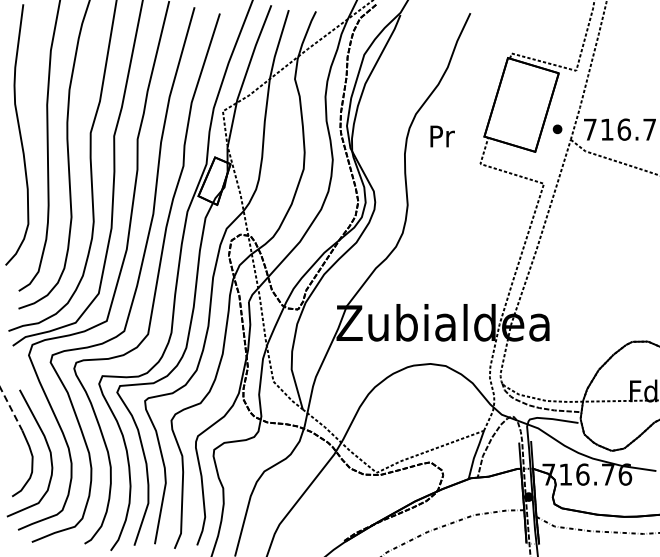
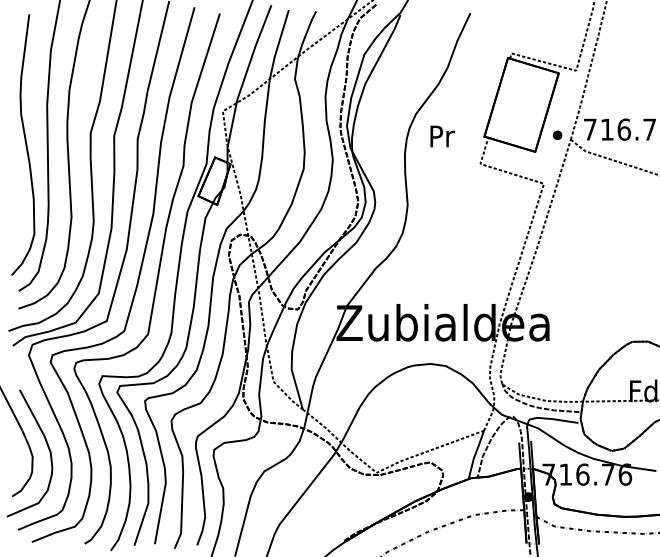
part at (557, 129) position: (557, 129) -> (557, 135)
curve at (19, 134) position: (19, 134) -> (25, 144)
line at (11, 409): dashed -> solid
